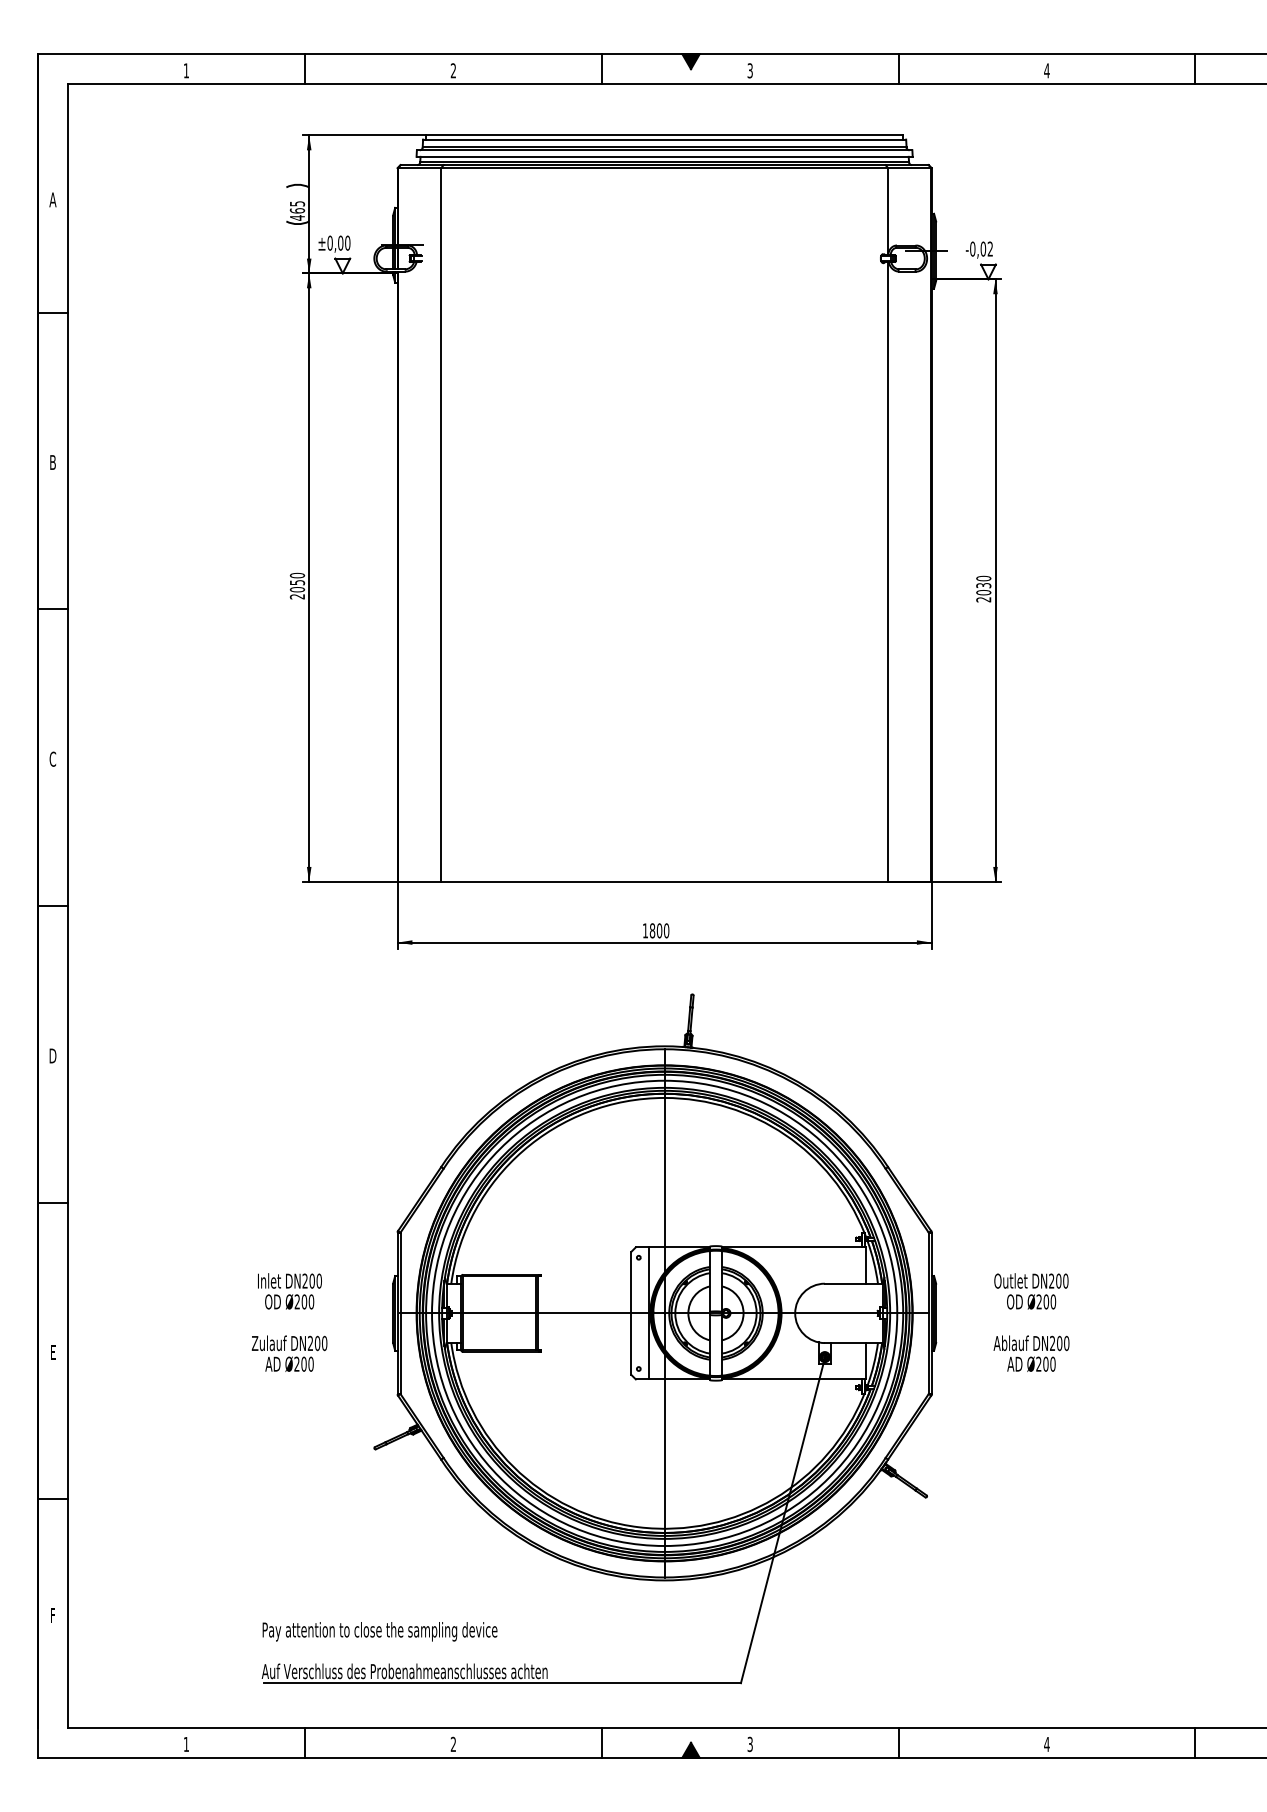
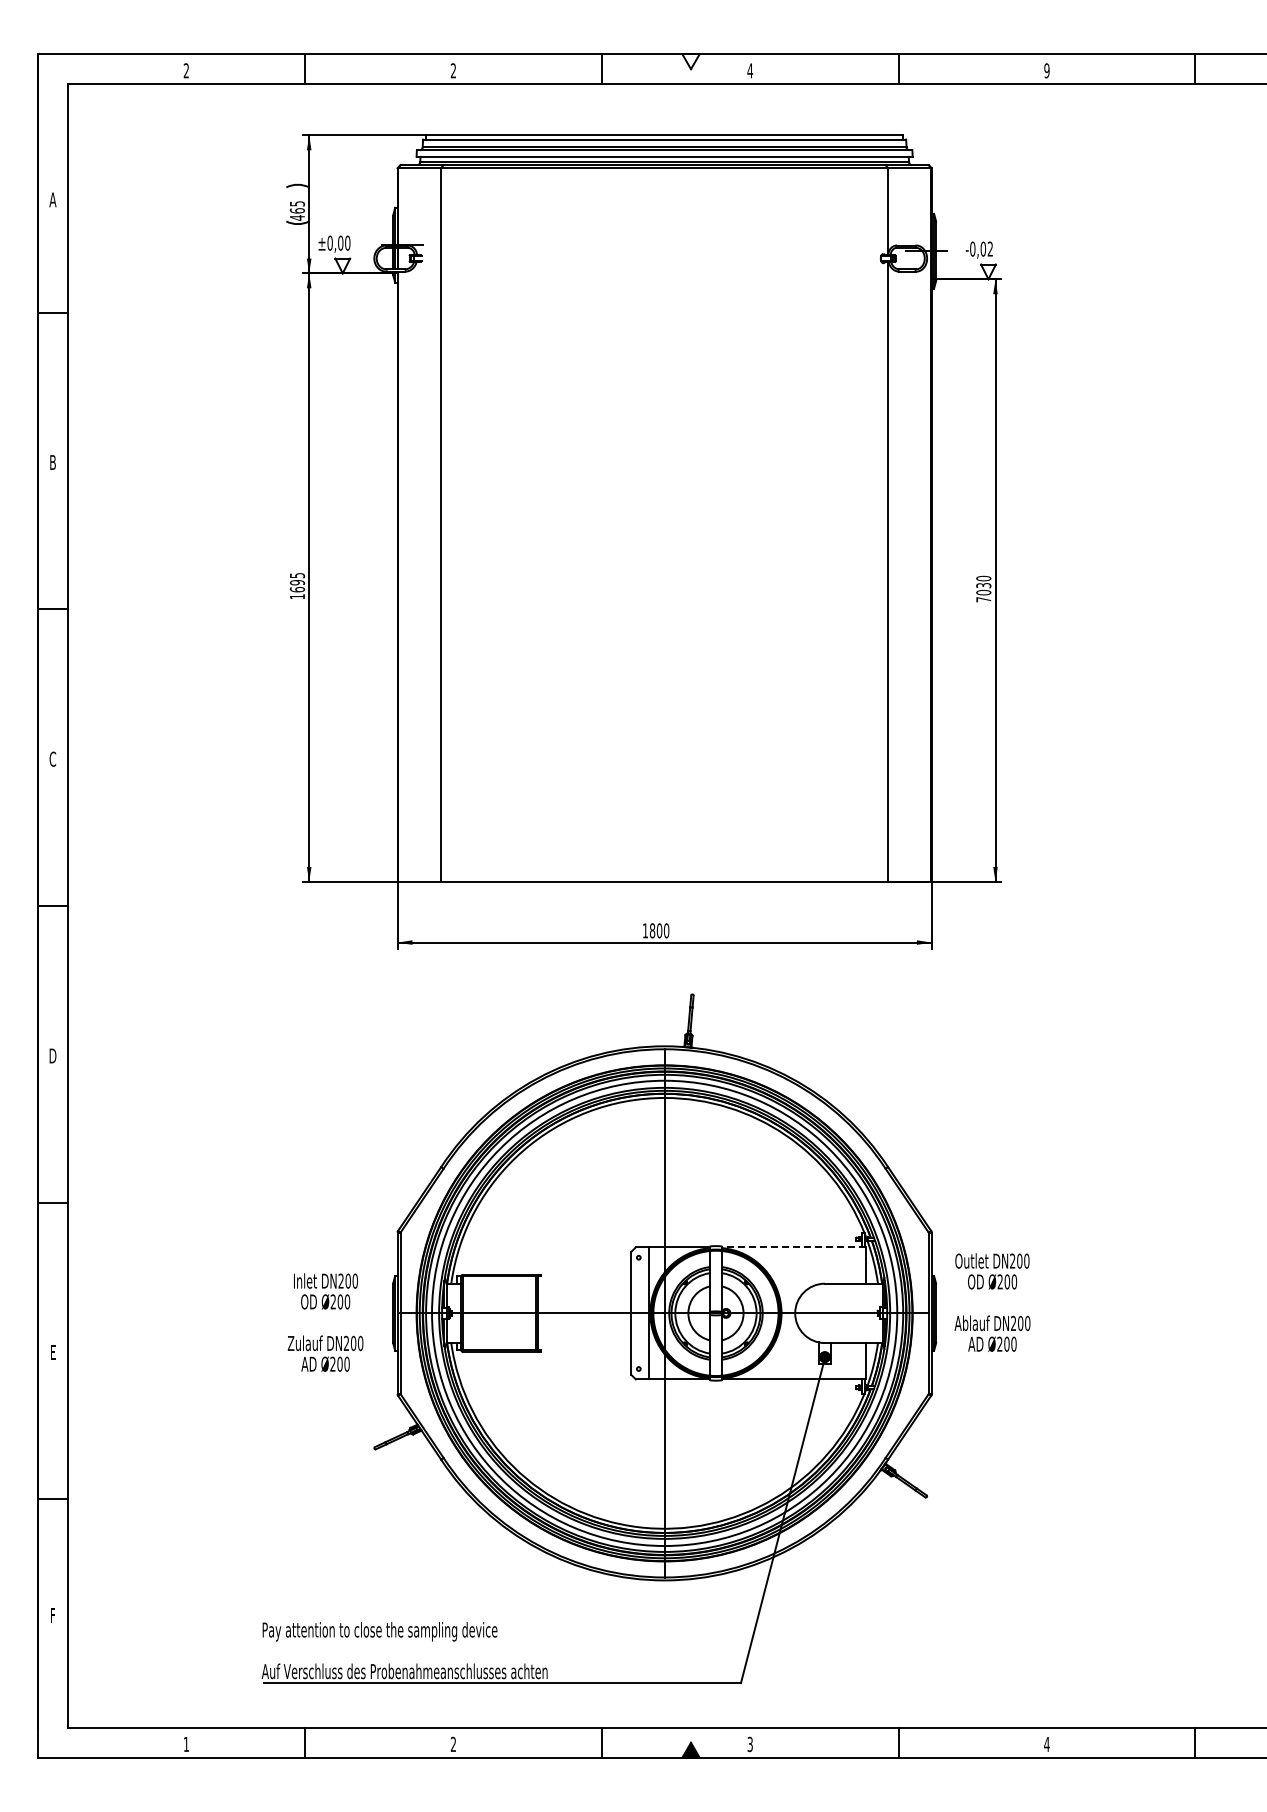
fill at (690, 61): present -> none
text at (185, 70): 1 -> 2
text at (750, 70): 3 -> 4
text at (1046, 70): 4 -> 9
text at (297, 585): 2050 -> 1695
text at (983, 599): 2030 -> 7030
line at (793, 1247): solid -> dashed
text at (289, 1322) position: (289, 1322) -> (325, 1322)
text at (1031, 1322) position: (1031, 1322) -> (992, 1302)
